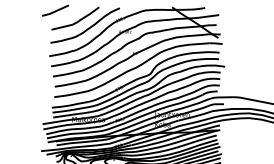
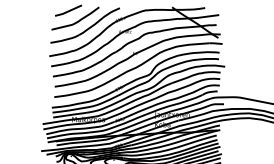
line at (55, 10) position: (55, 10) -> (68, 10)
